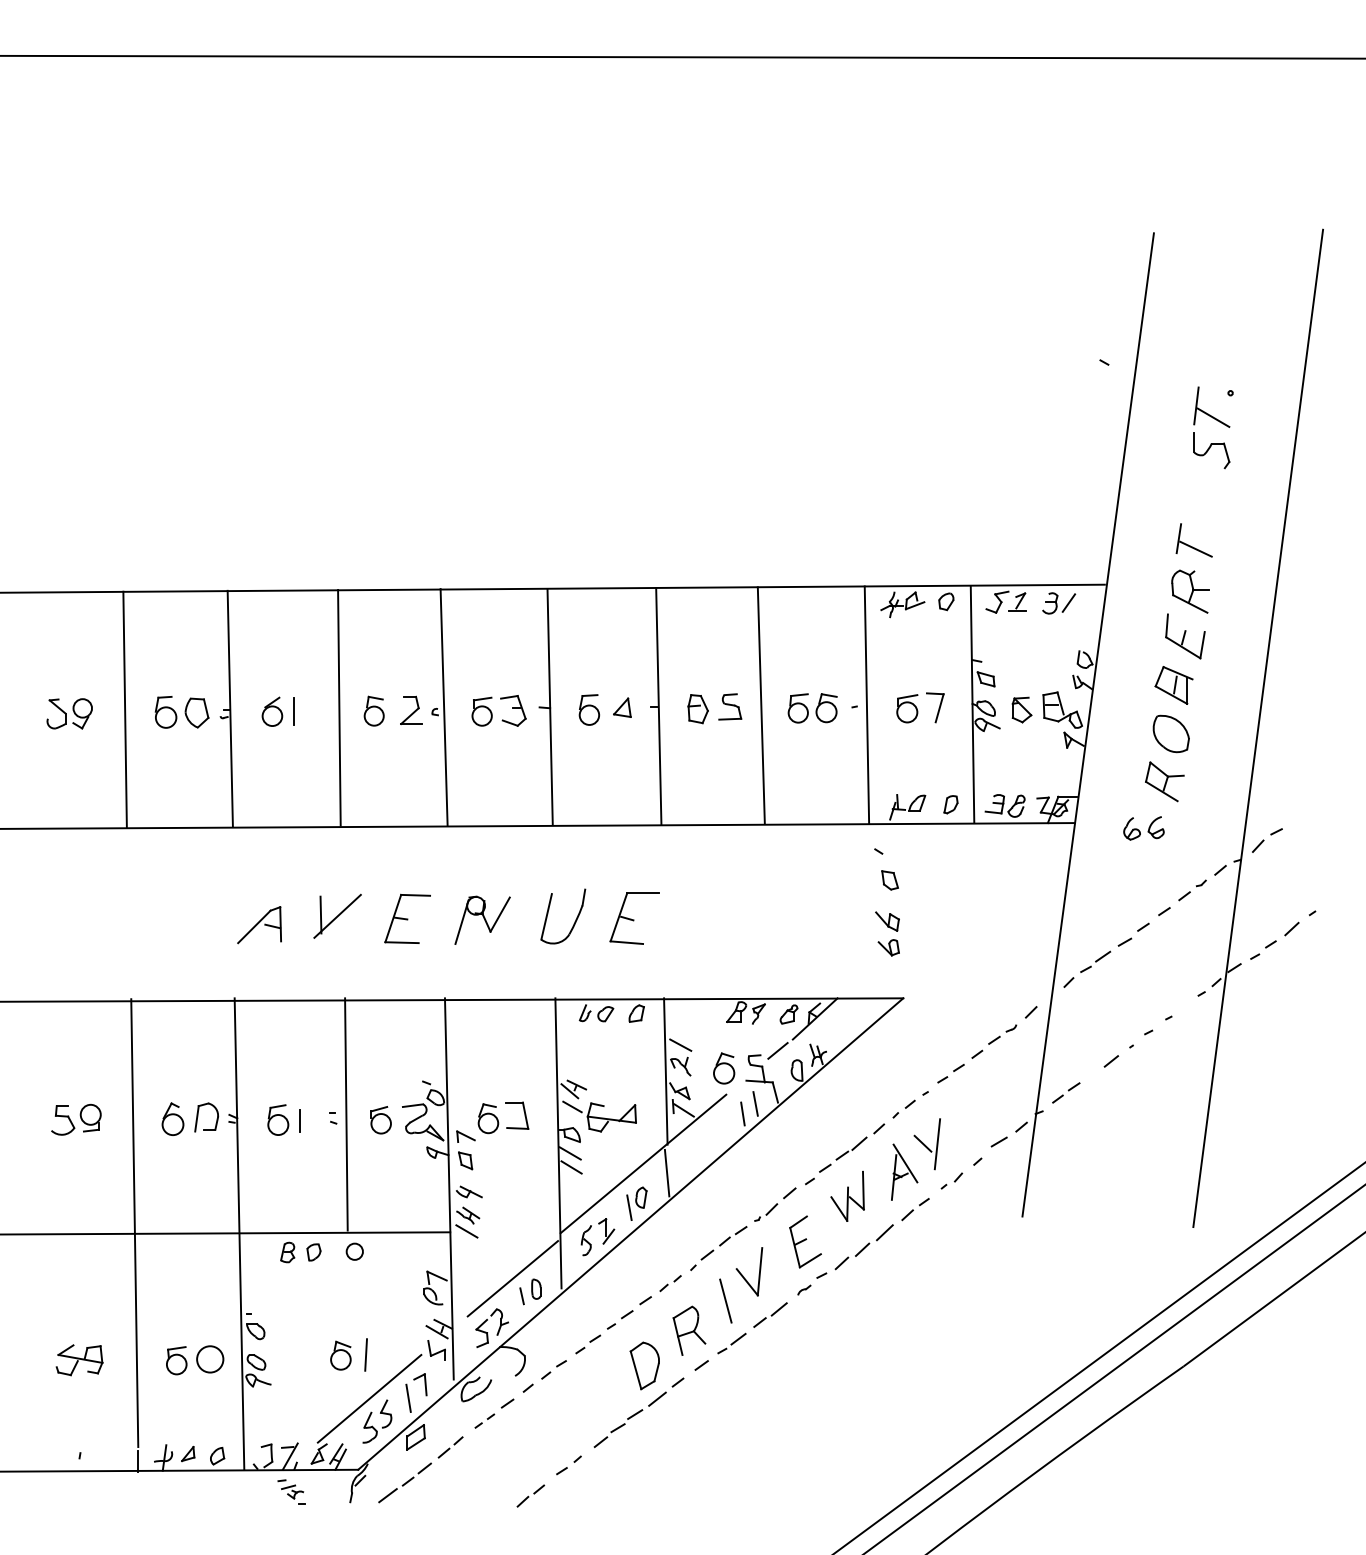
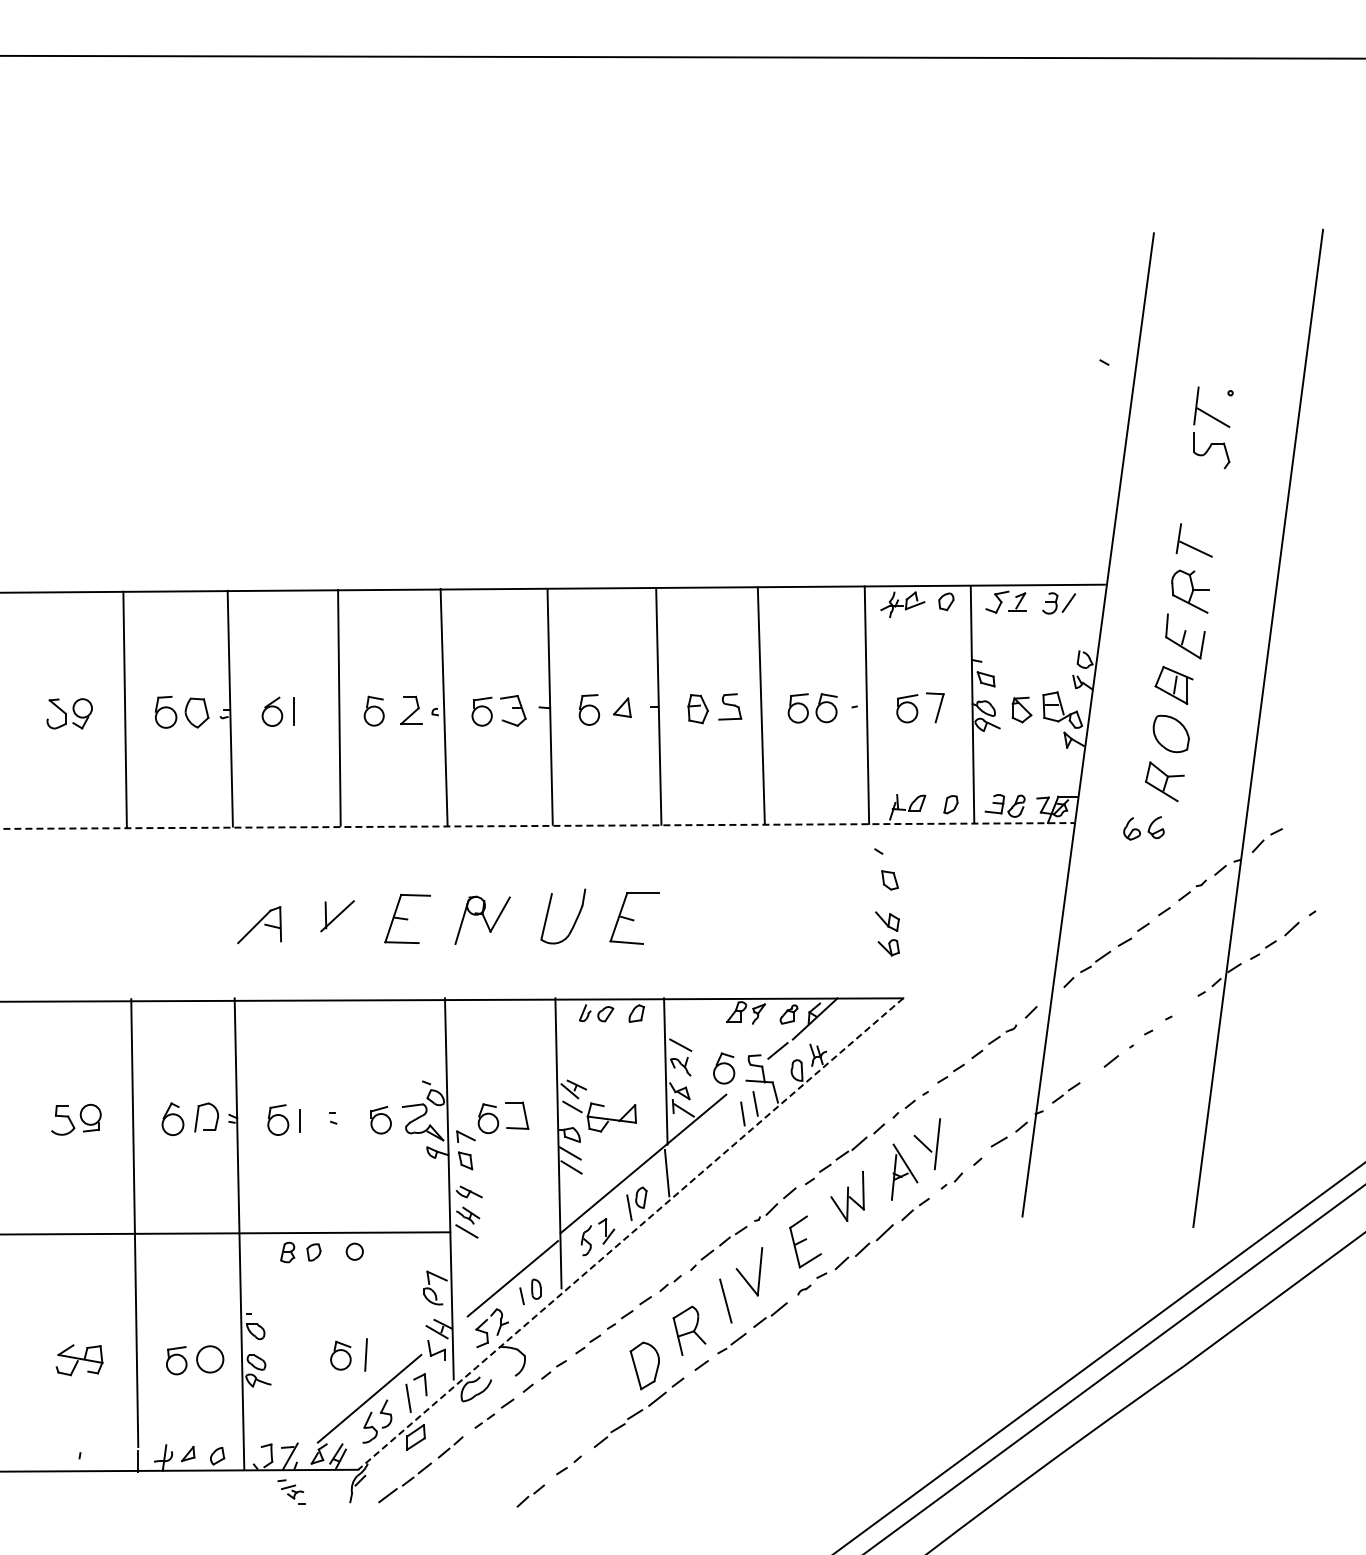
line at (537, 825): solid -> dashed
part at (337, 915) size: 49x46 px -> 35x33 px
line at (346, 1114): present -> none
line at (630, 1234): solid -> dashed
